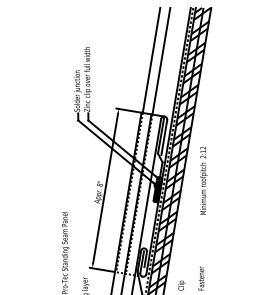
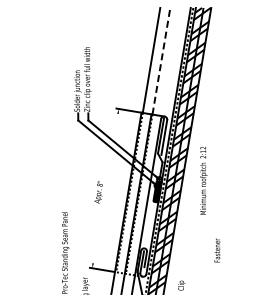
line at (161, 60): solid -> dashed
line at (105, 188): present -> none
text at (201, 278) position: (201, 278) -> (217, 250)
